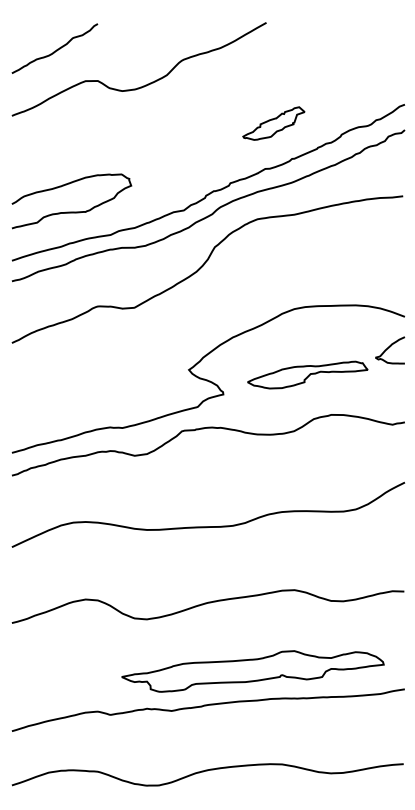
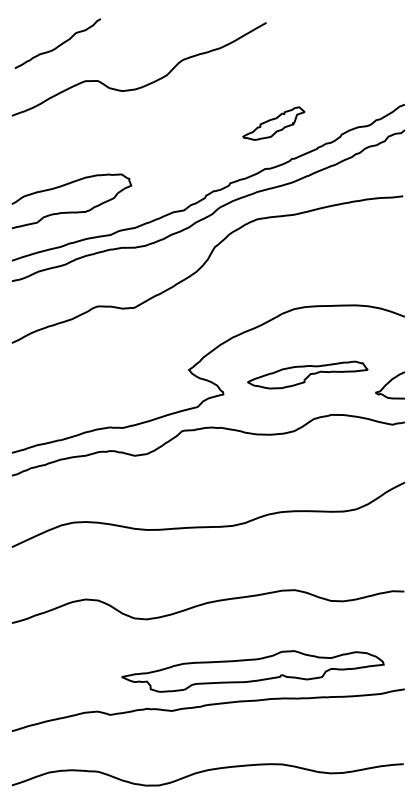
curve at (56, 49) position: (56, 49) -> (59, 44)
curve at (389, 348) position: (389, 348) -> (389, 383)
